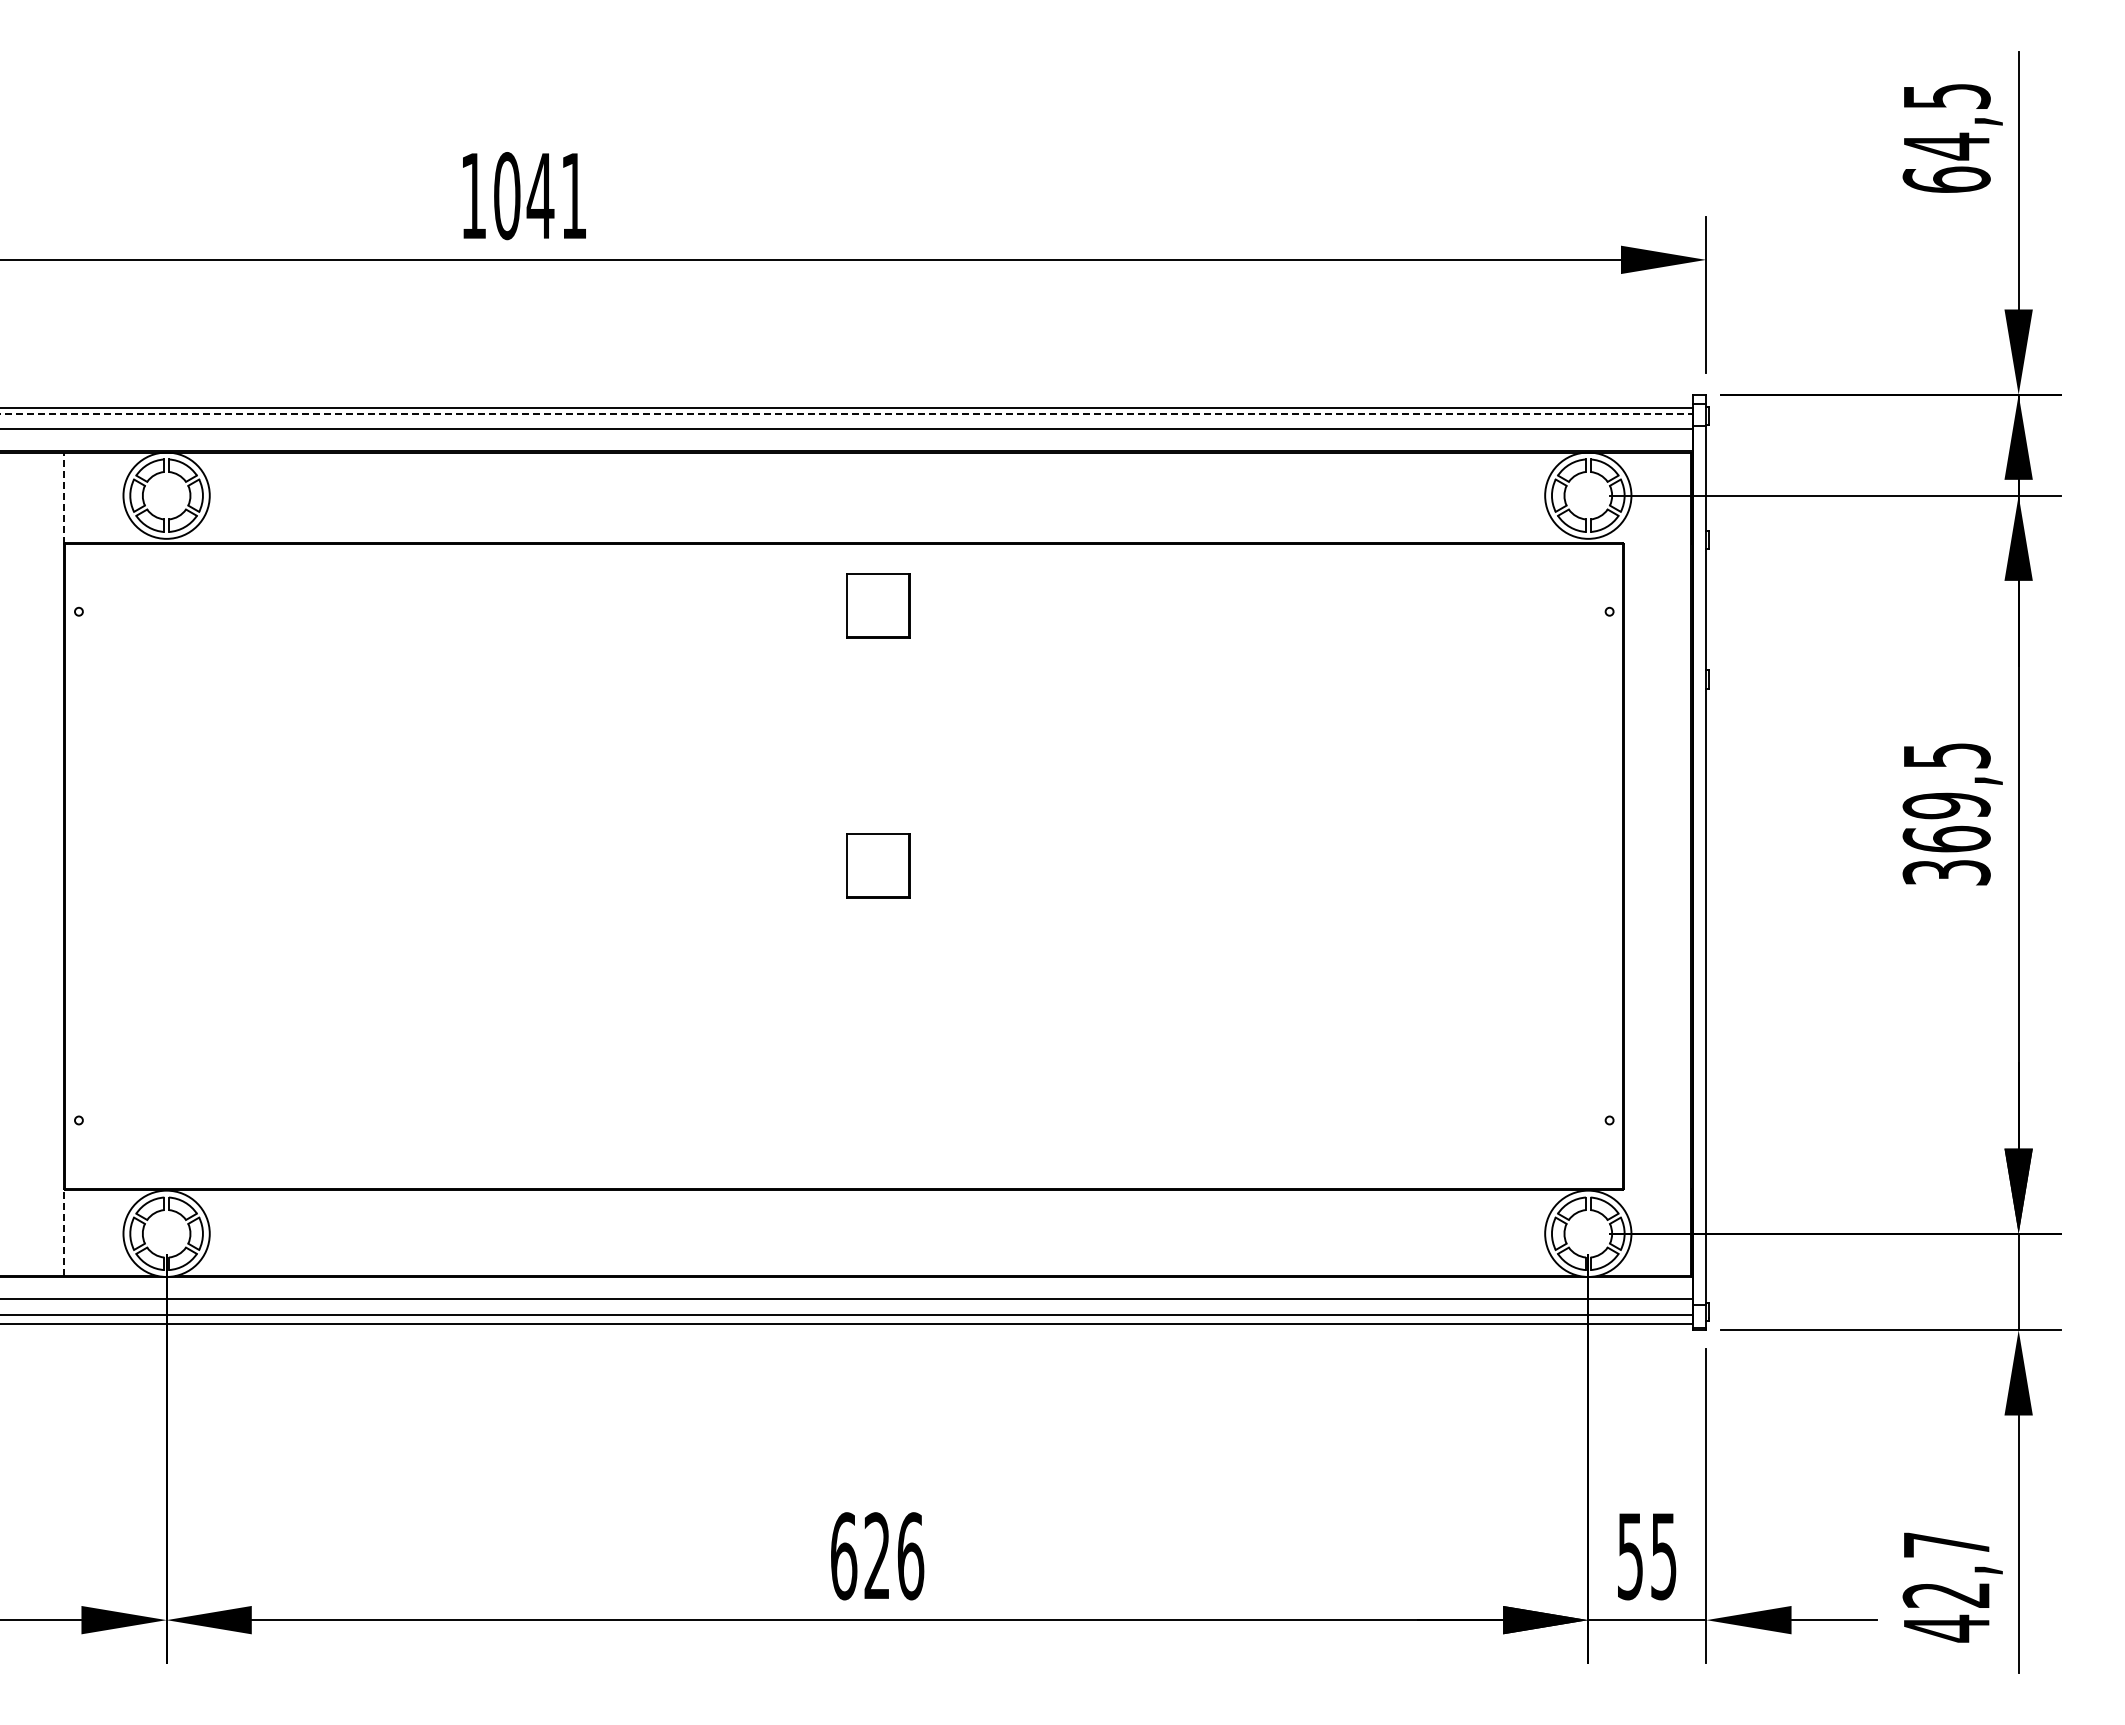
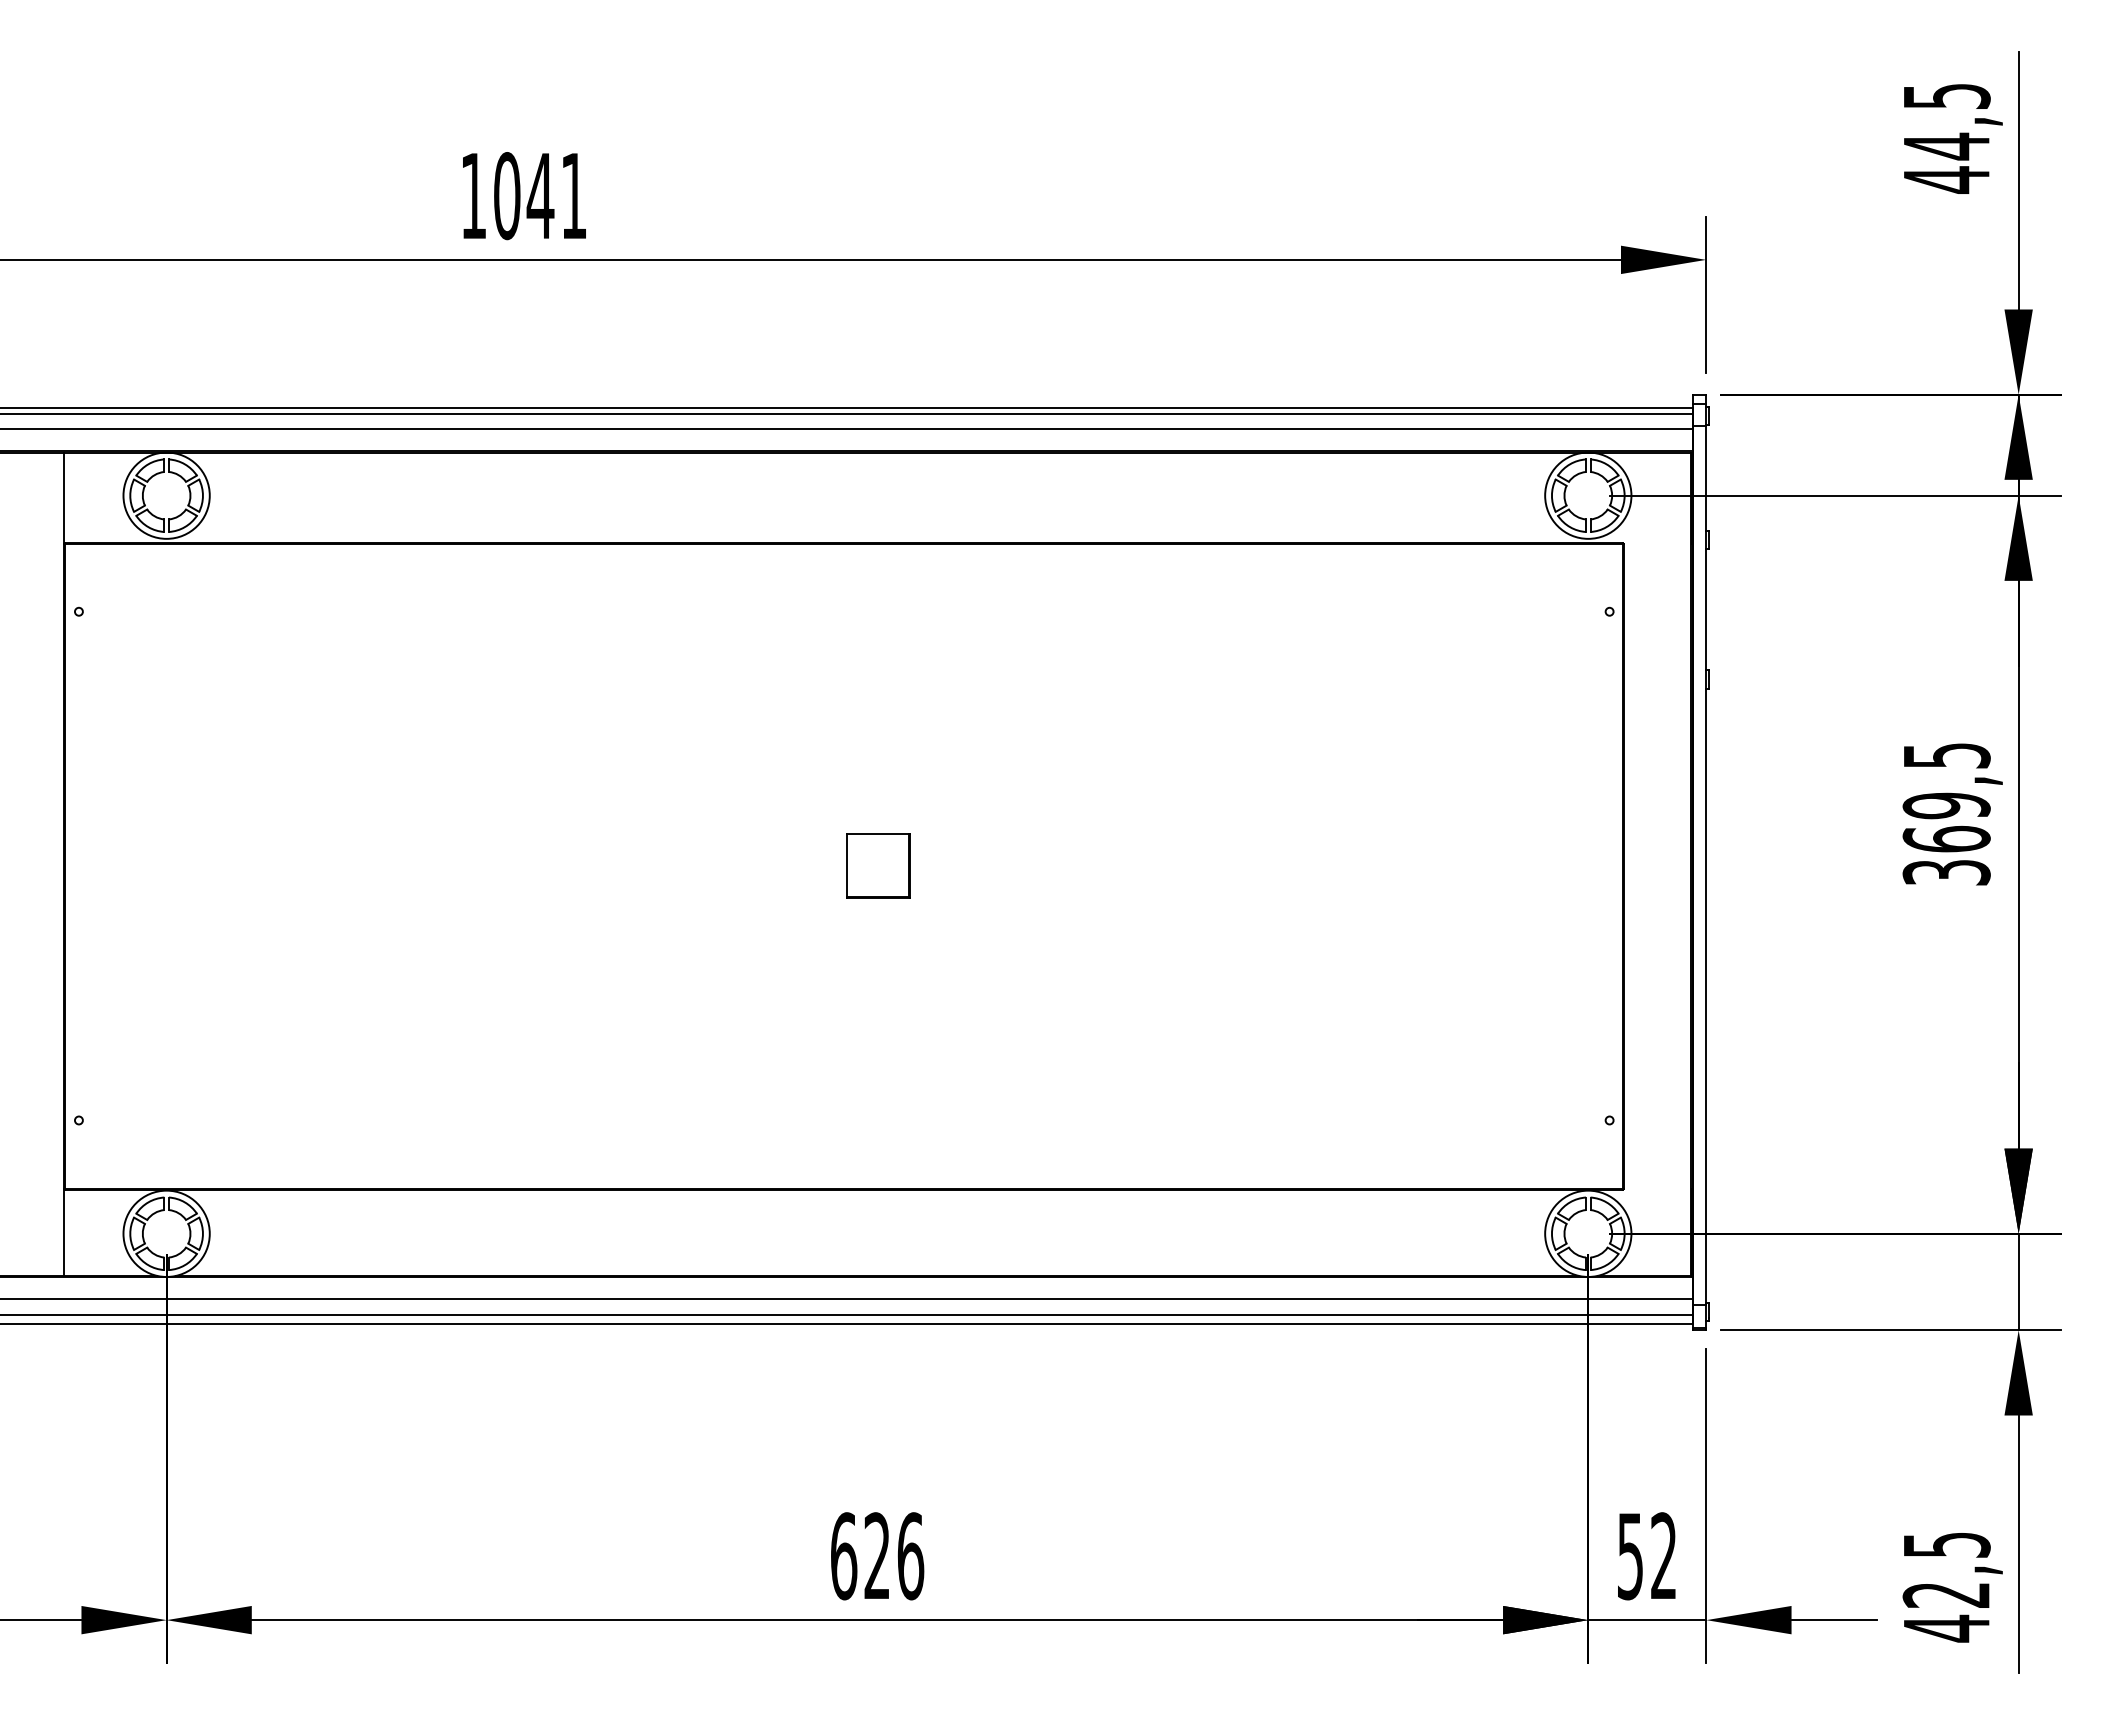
text at (1946, 179): 64,5 -> 44,5
line at (846, 413): dashed -> solid
line at (64, 498): dashed -> solid
part at (878, 605): present -> none
line at (64, 1232): dashed -> solid
text at (1947, 1544): 42,7 -> 42,5
text at (1663, 1556): 55 -> 52
